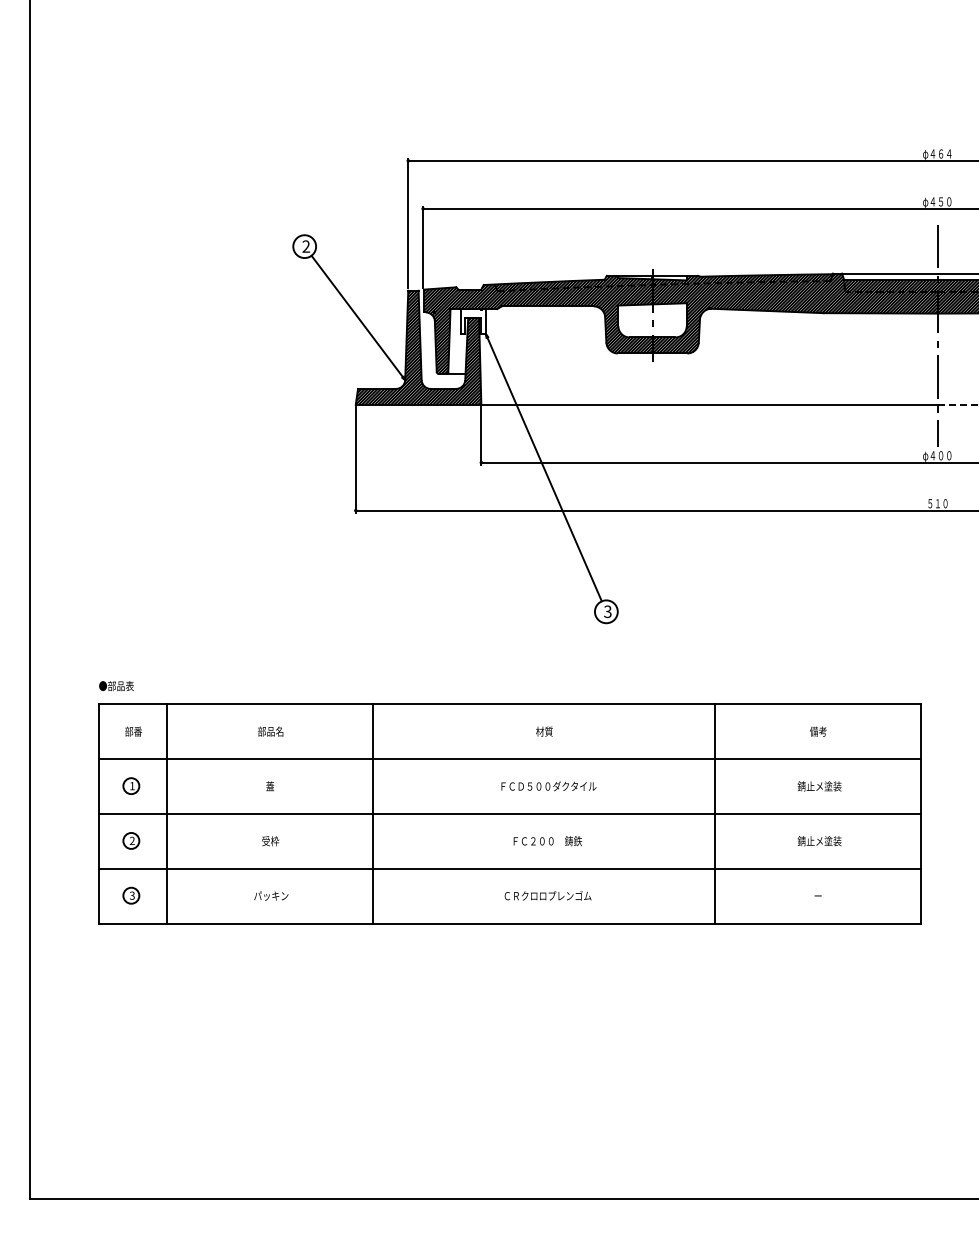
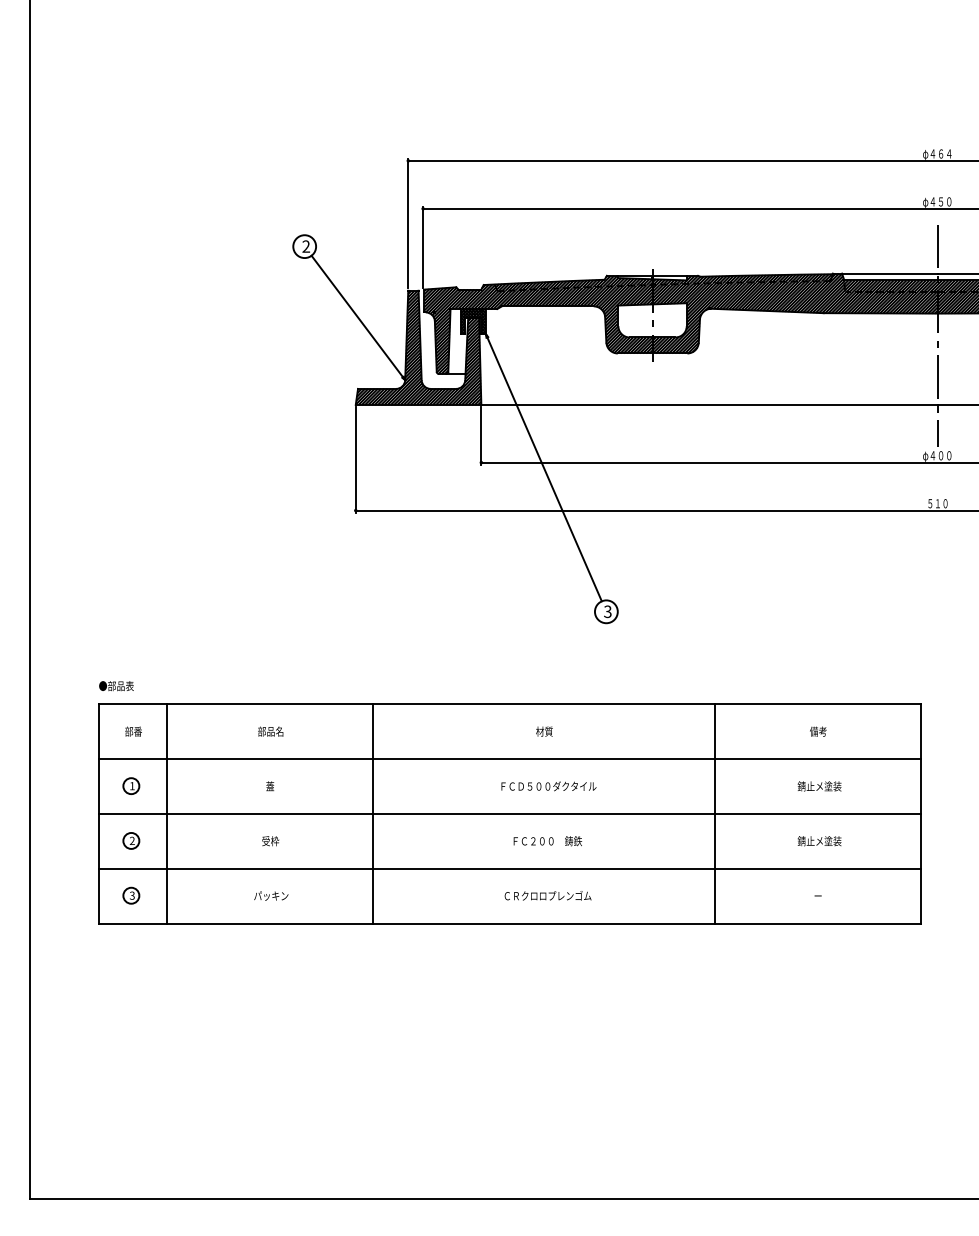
hatch at (472, 321): none -> present
line at (958, 404): dashed -> solid
